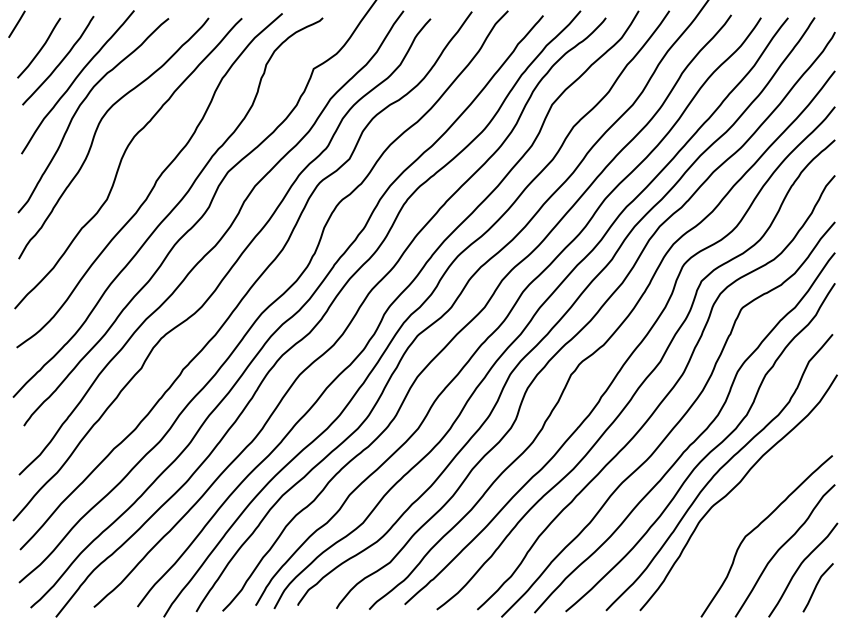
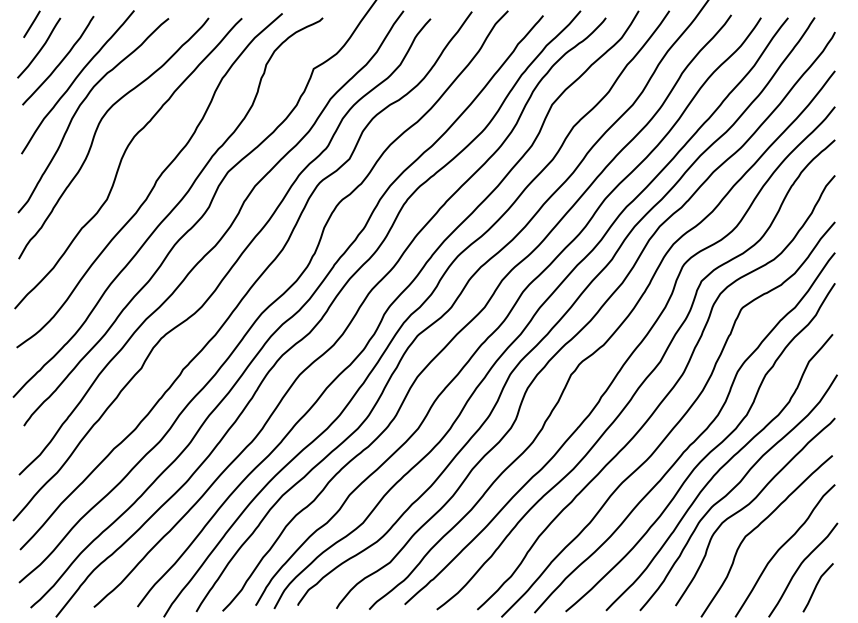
line at (16, 23) position: (16, 23) -> (31, 23)
curve at (750, 504): none -> present
